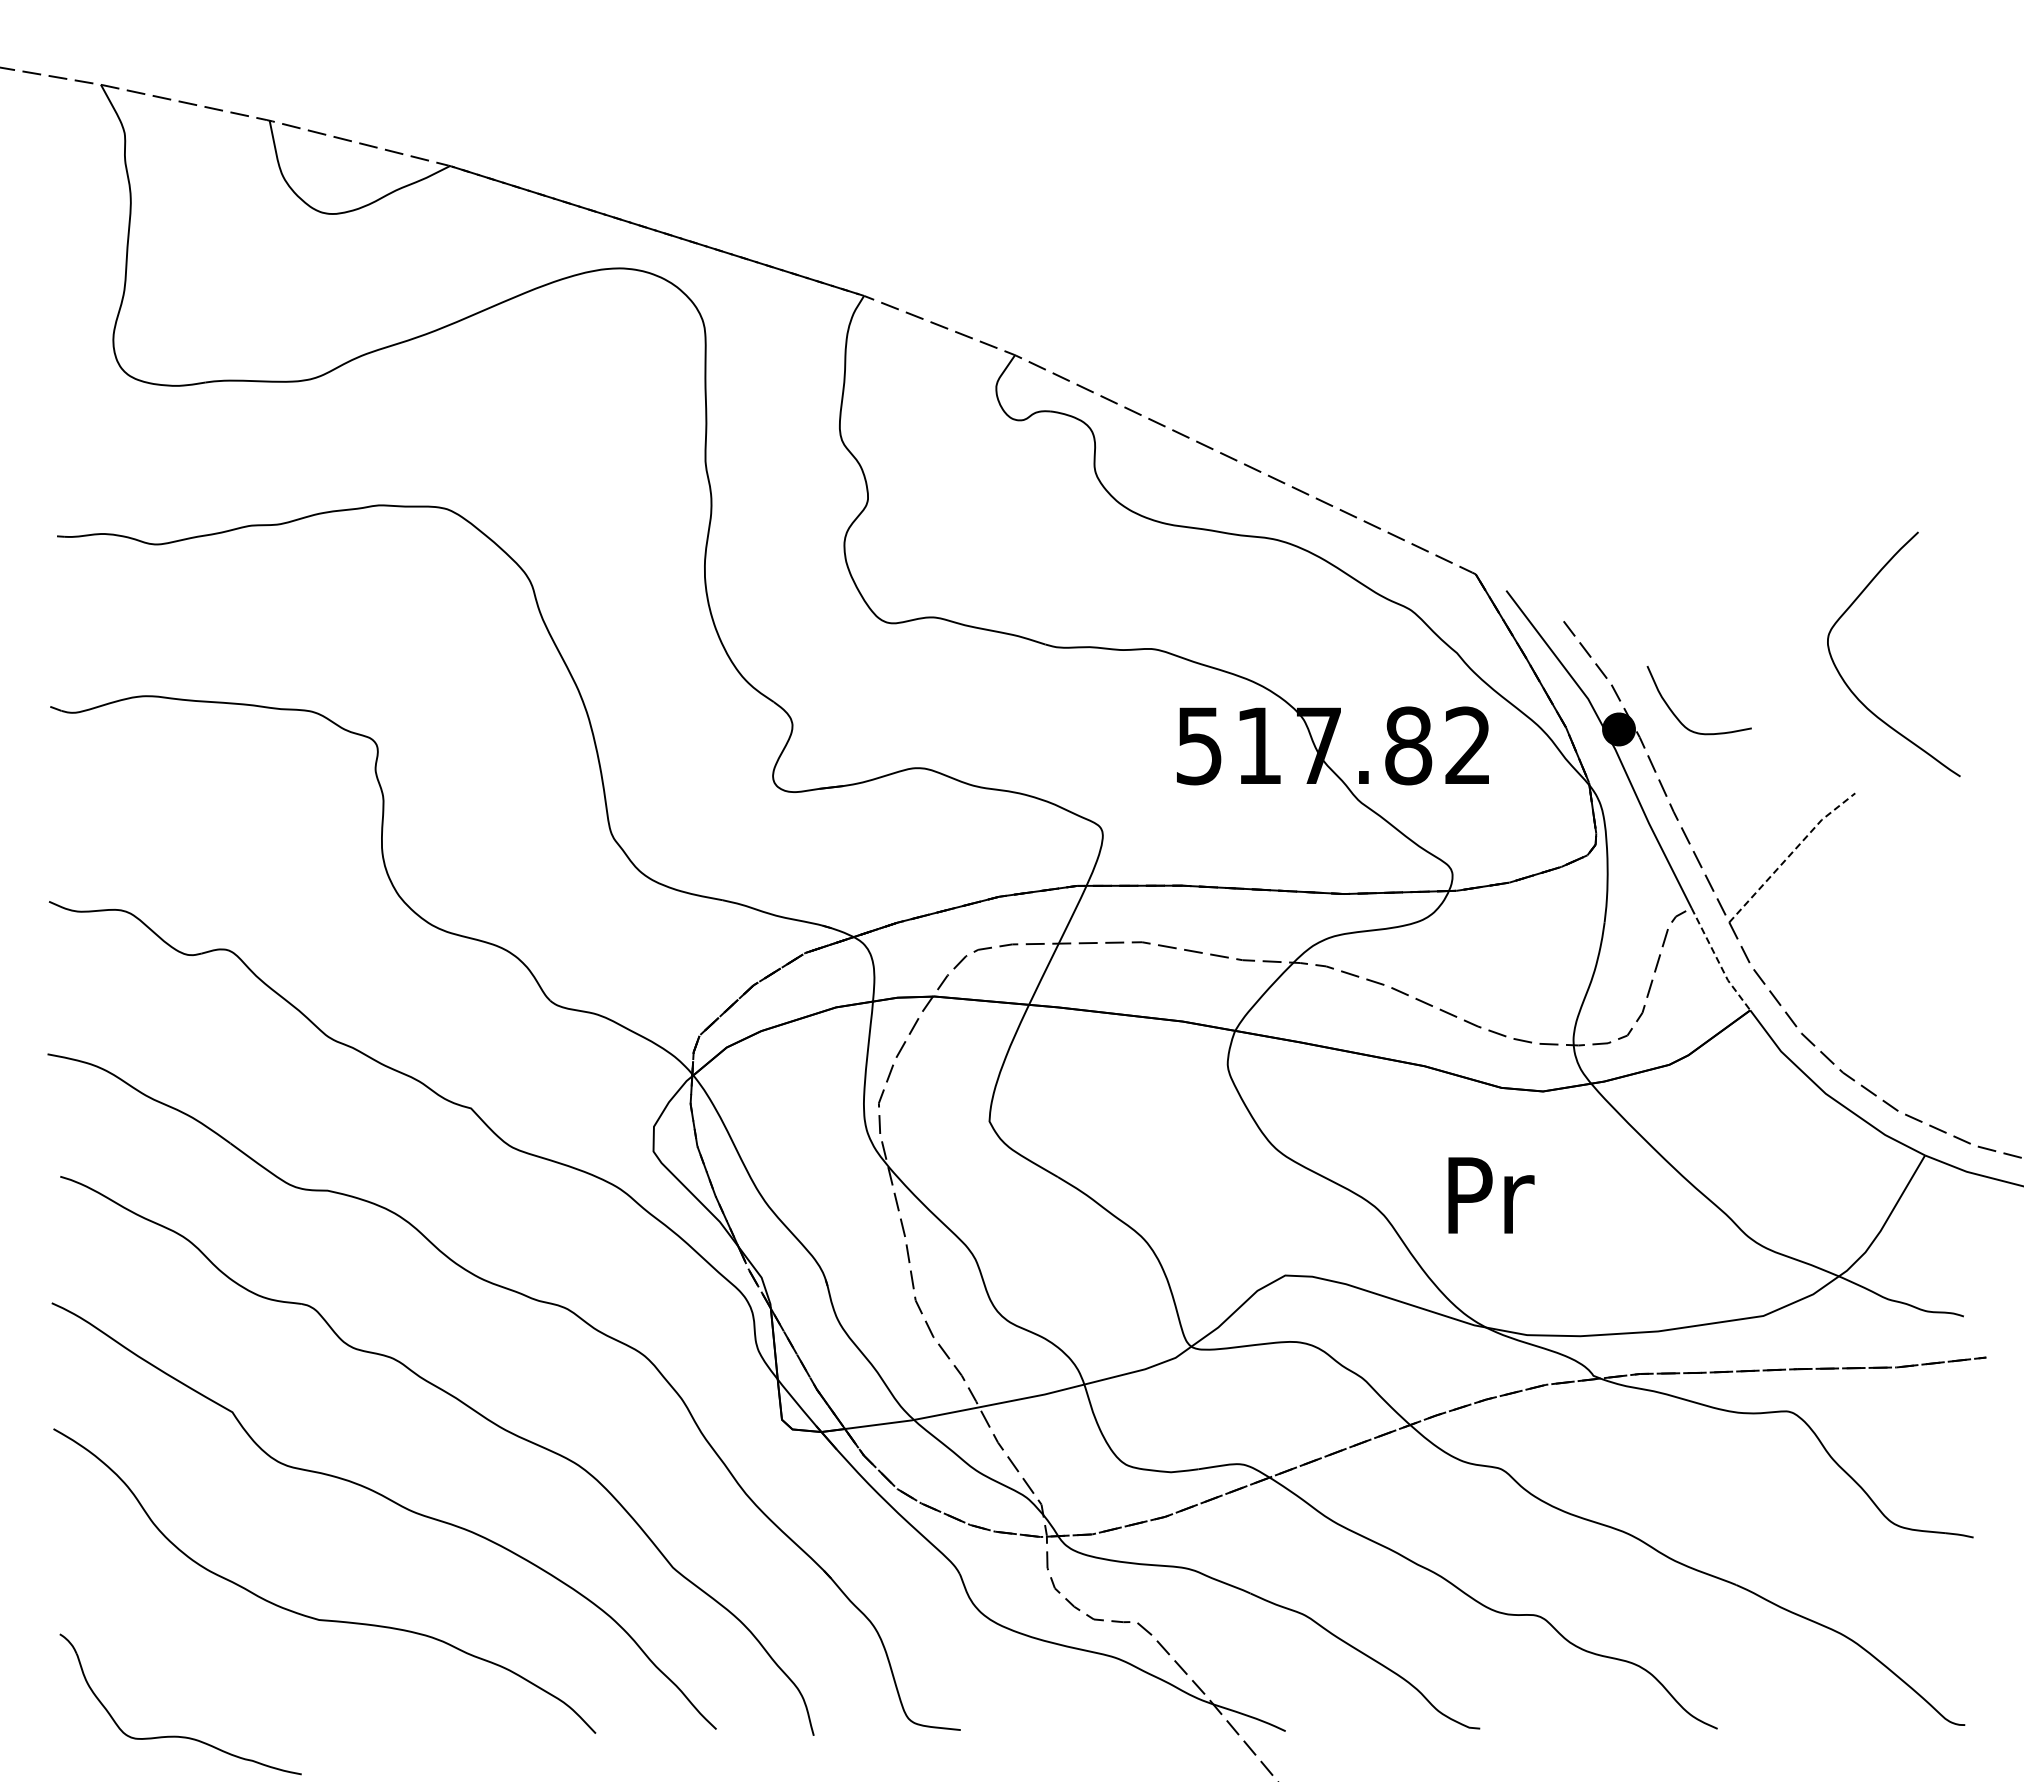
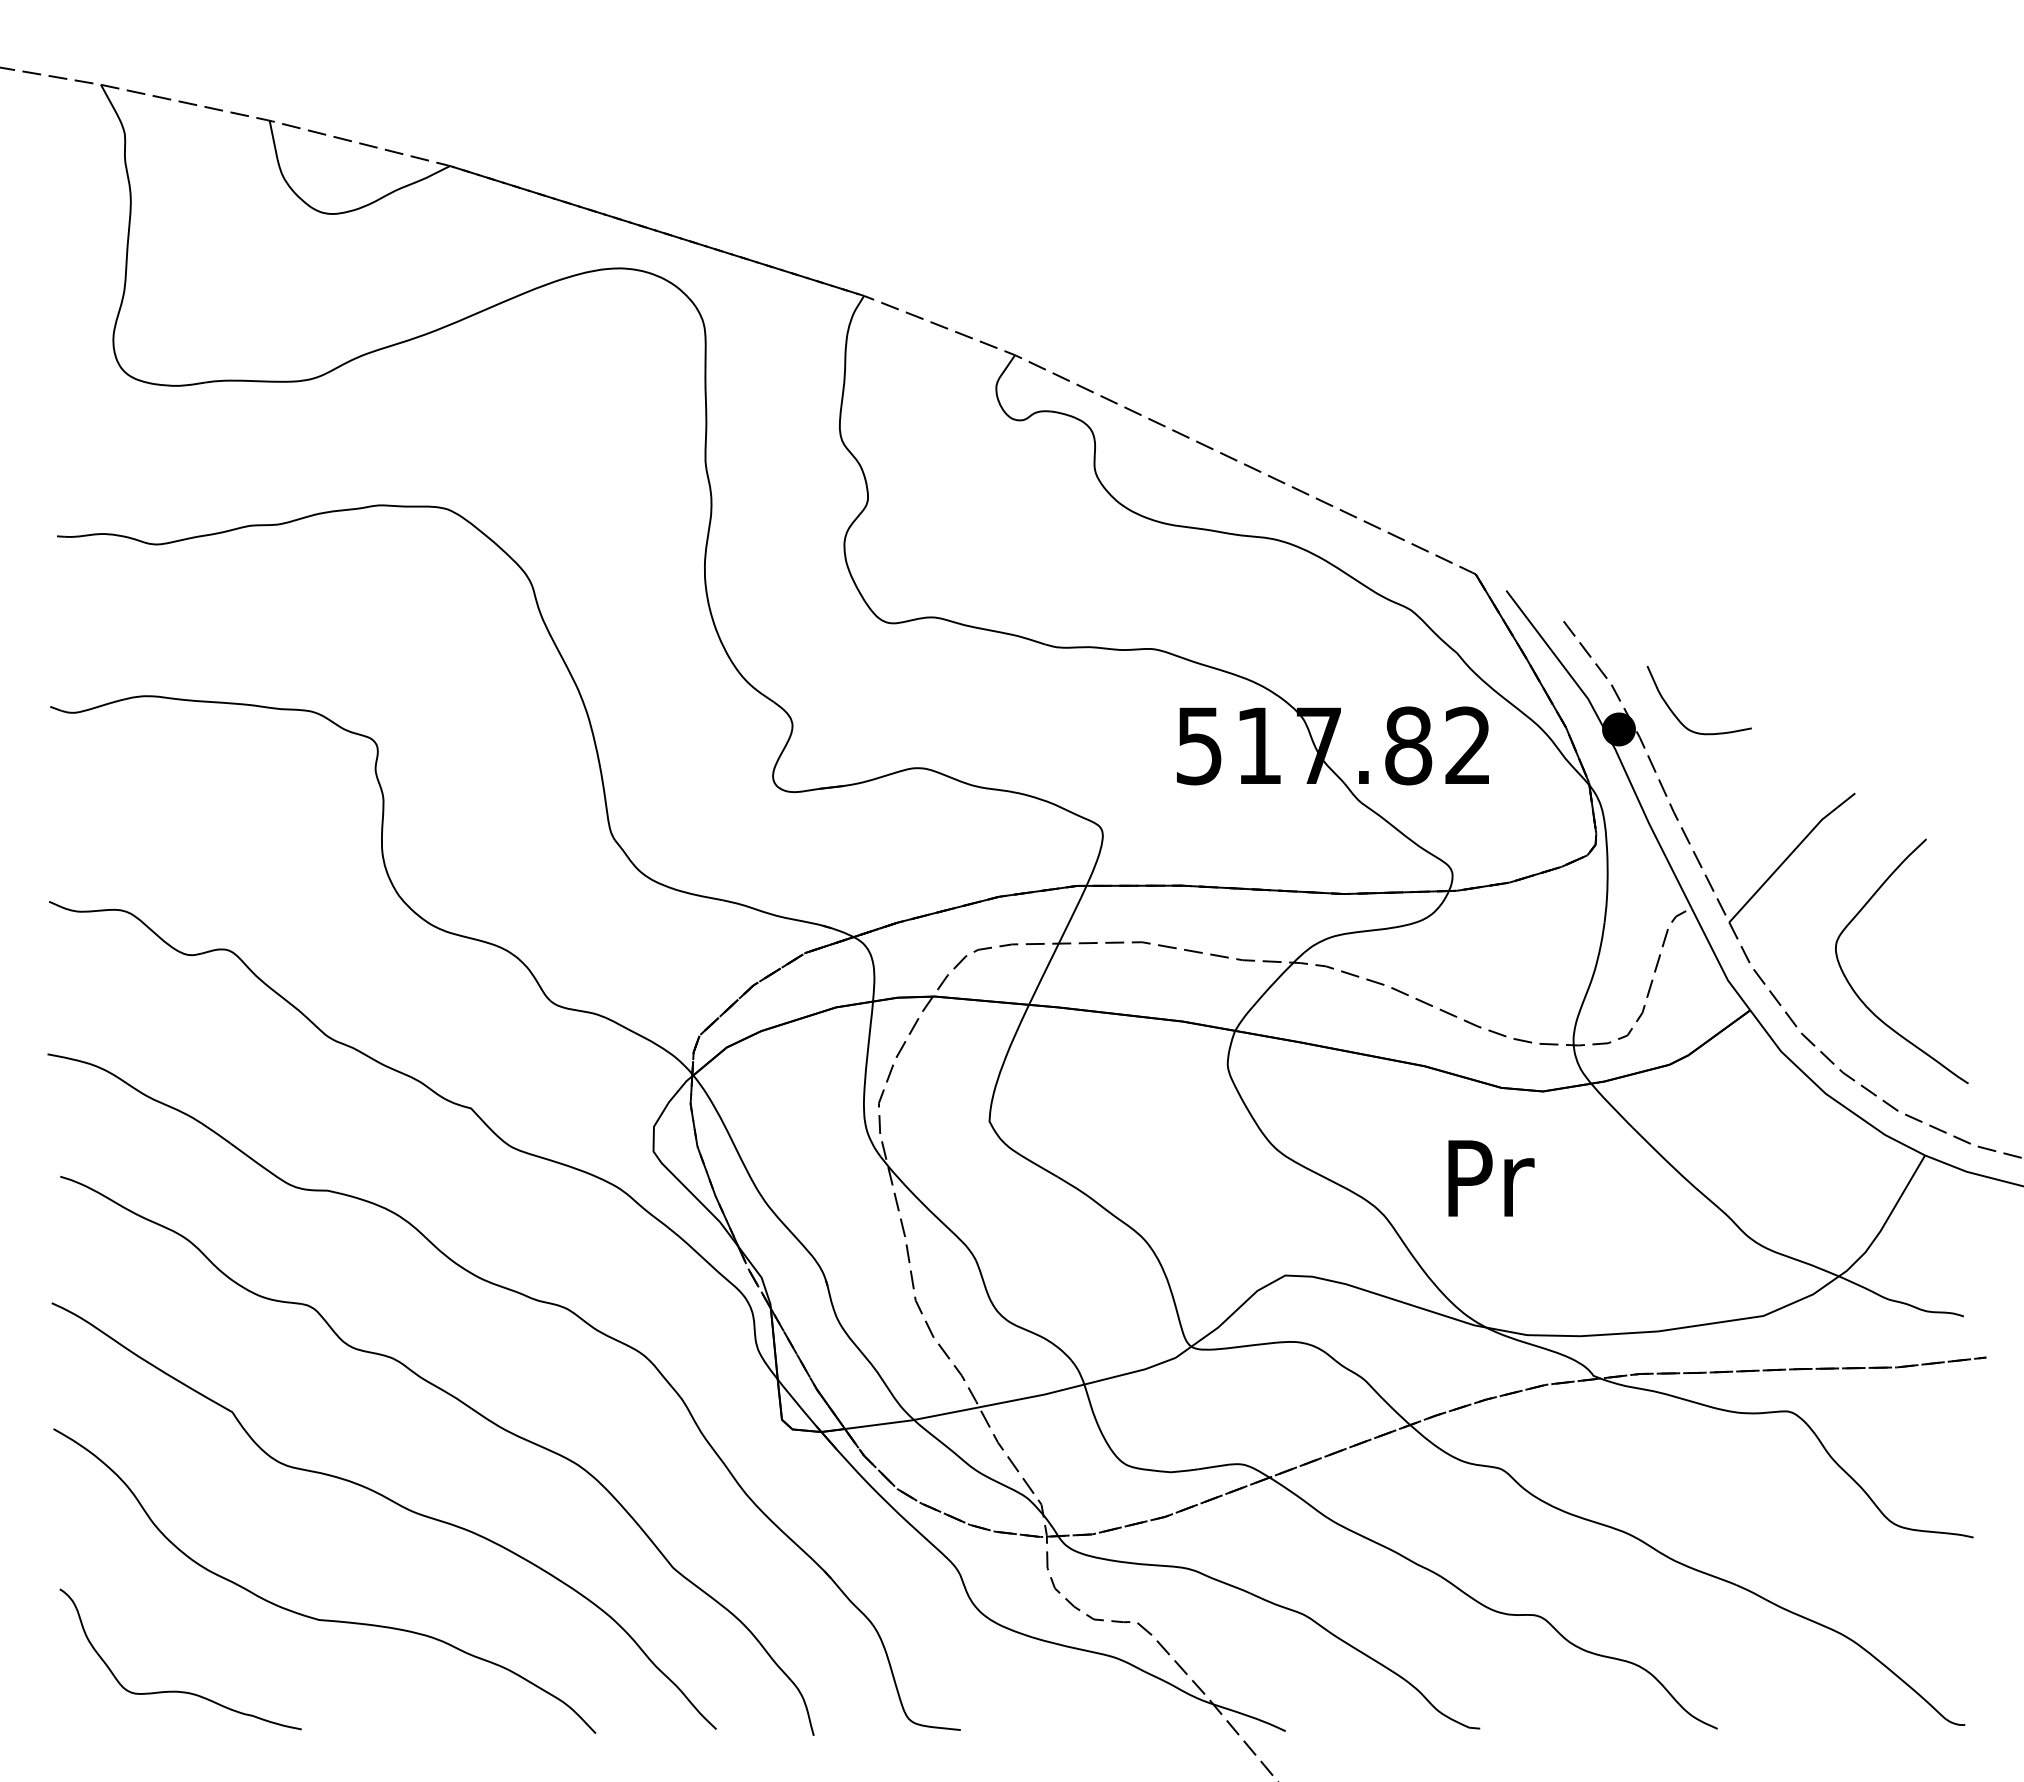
curve at (1848, 685) position: (1848, 685) -> (1856, 992)
line at (1790, 854): dashed -> solid
line at (1718, 961): dashed -> solid
text at (1491, 1195) position: (1491, 1195) -> (1491, 1178)
part at (178, 1735) position: (178, 1735) -> (178, 1690)
